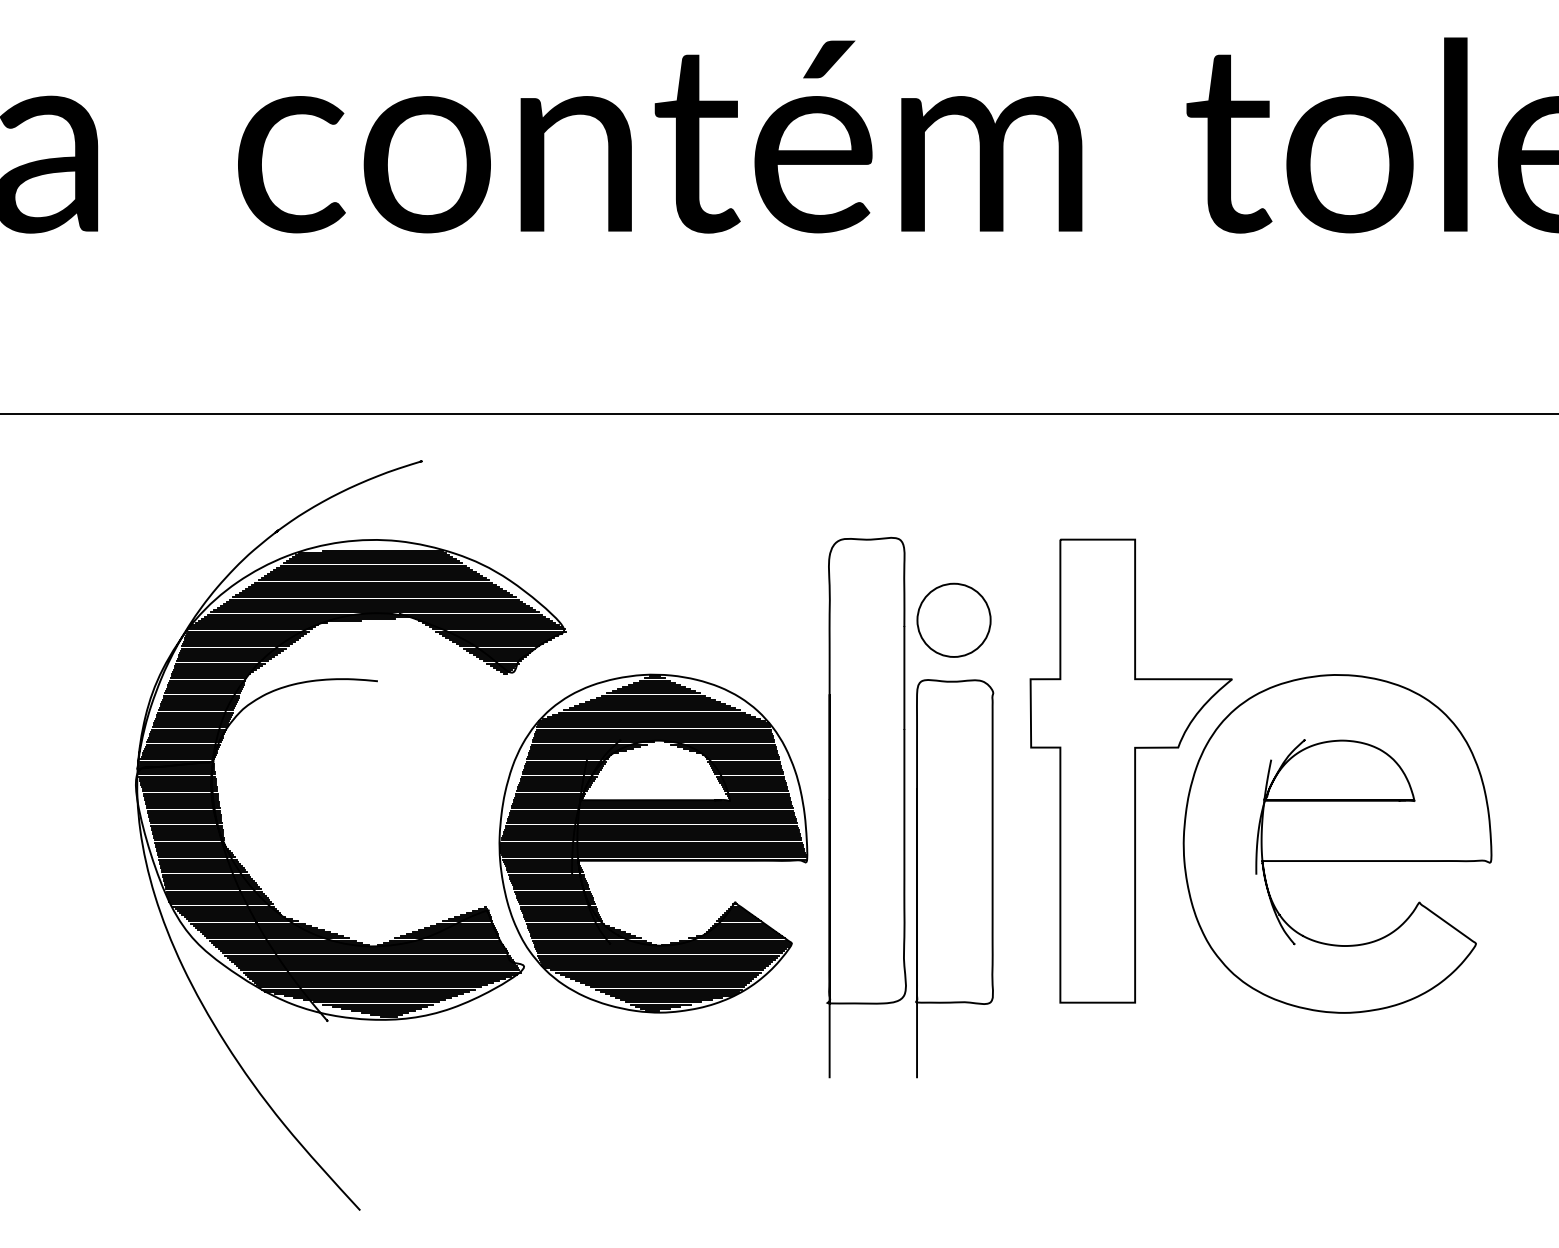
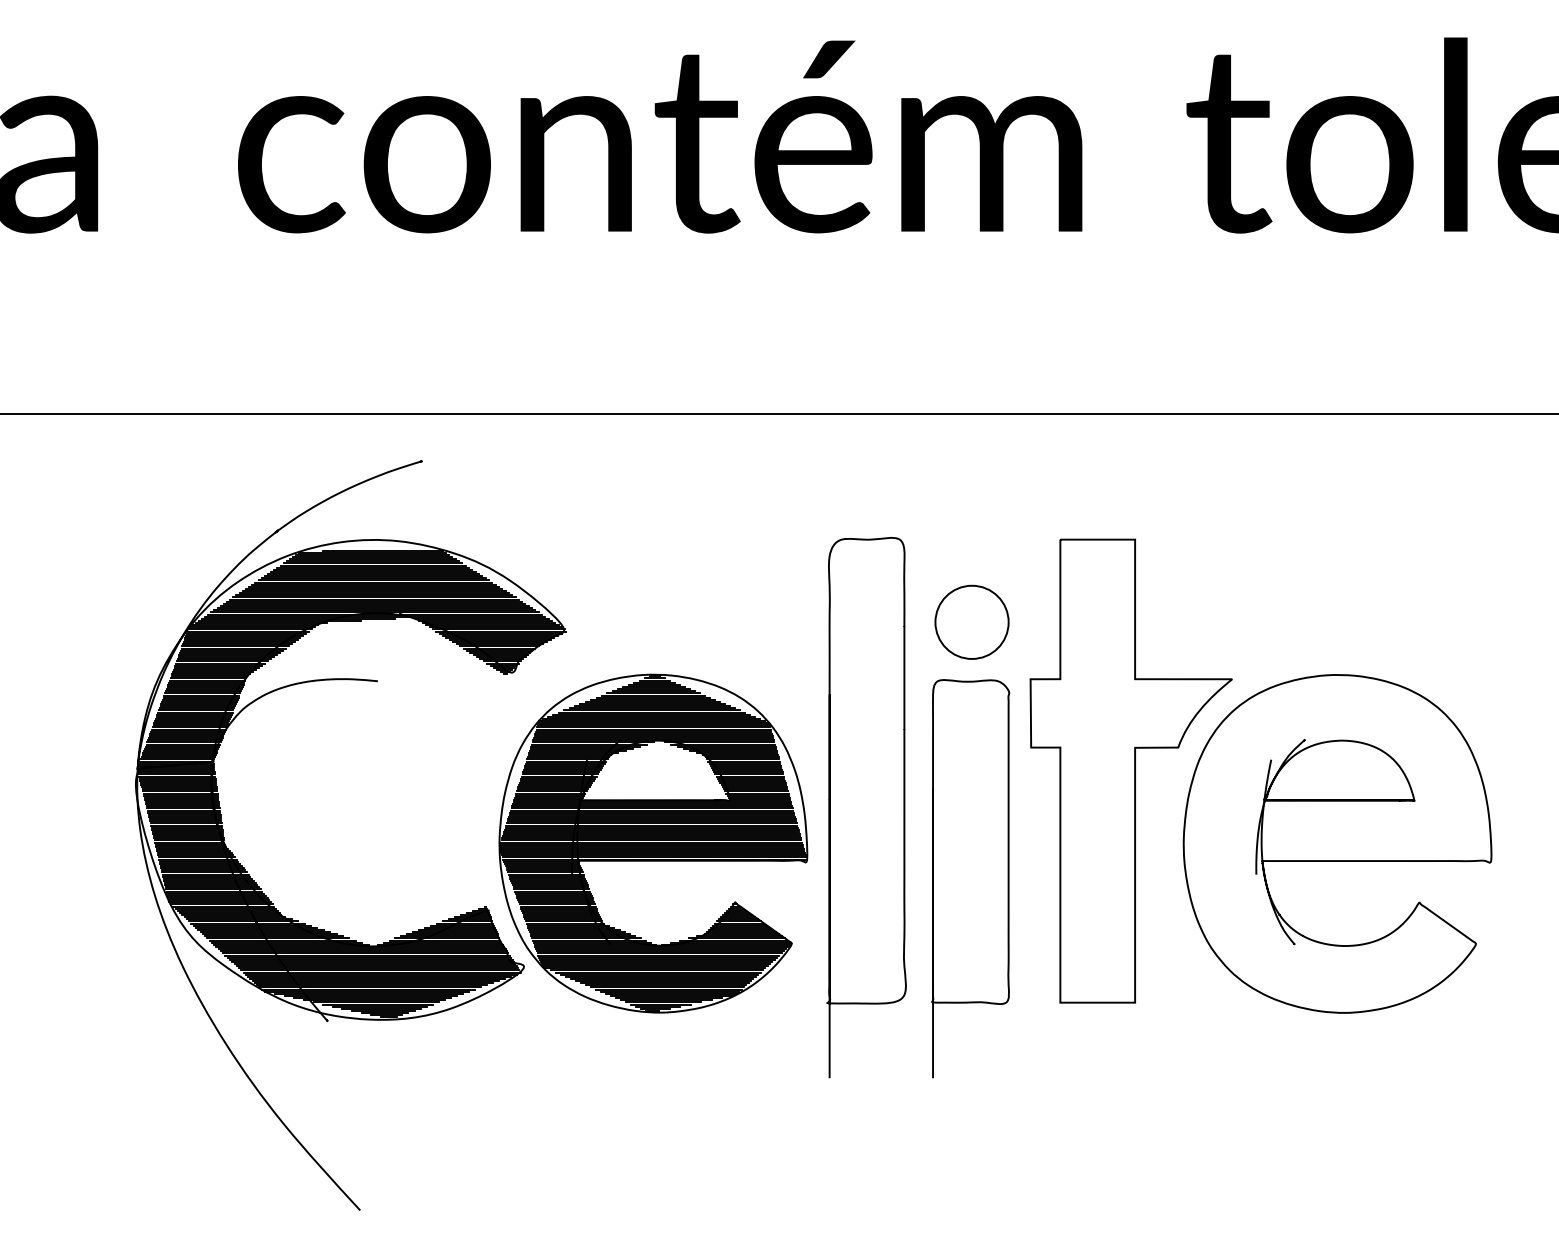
part at (953, 619) position: (953, 619) -> (971, 621)
part at (954, 878) position: (954, 878) -> (970, 878)
